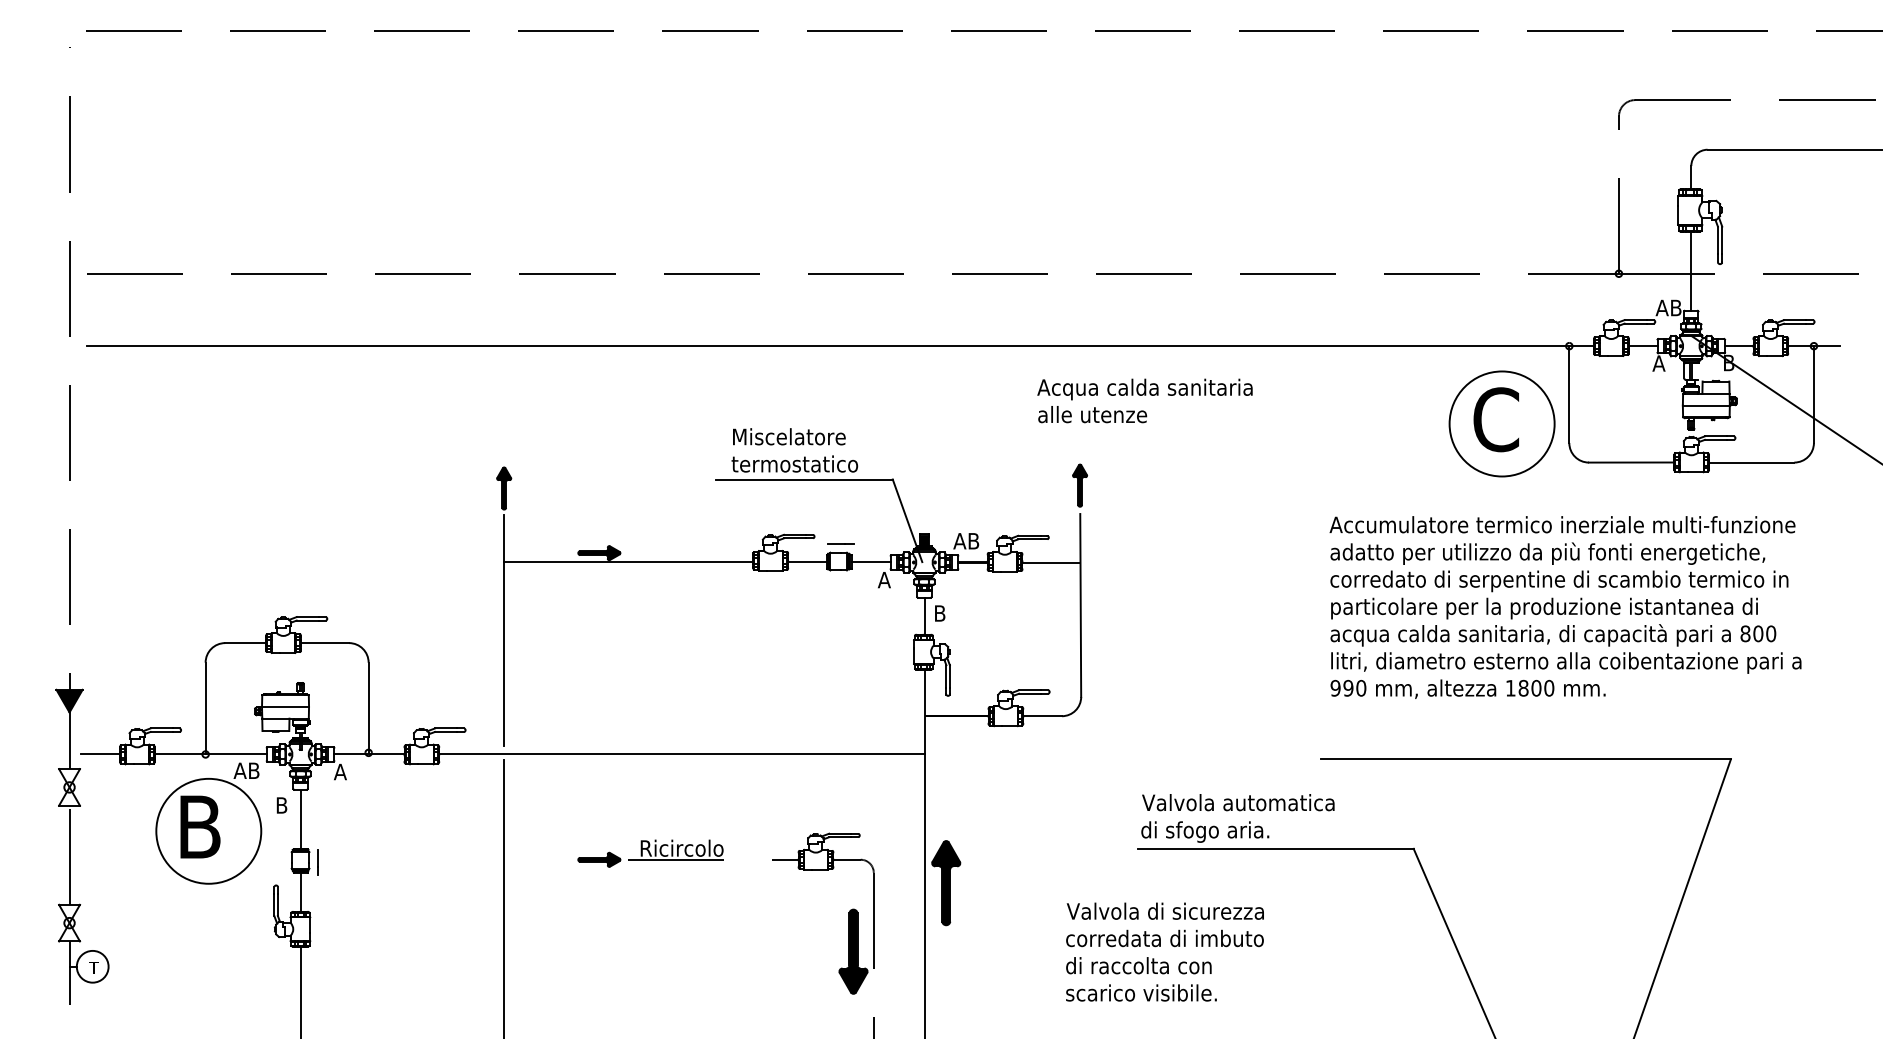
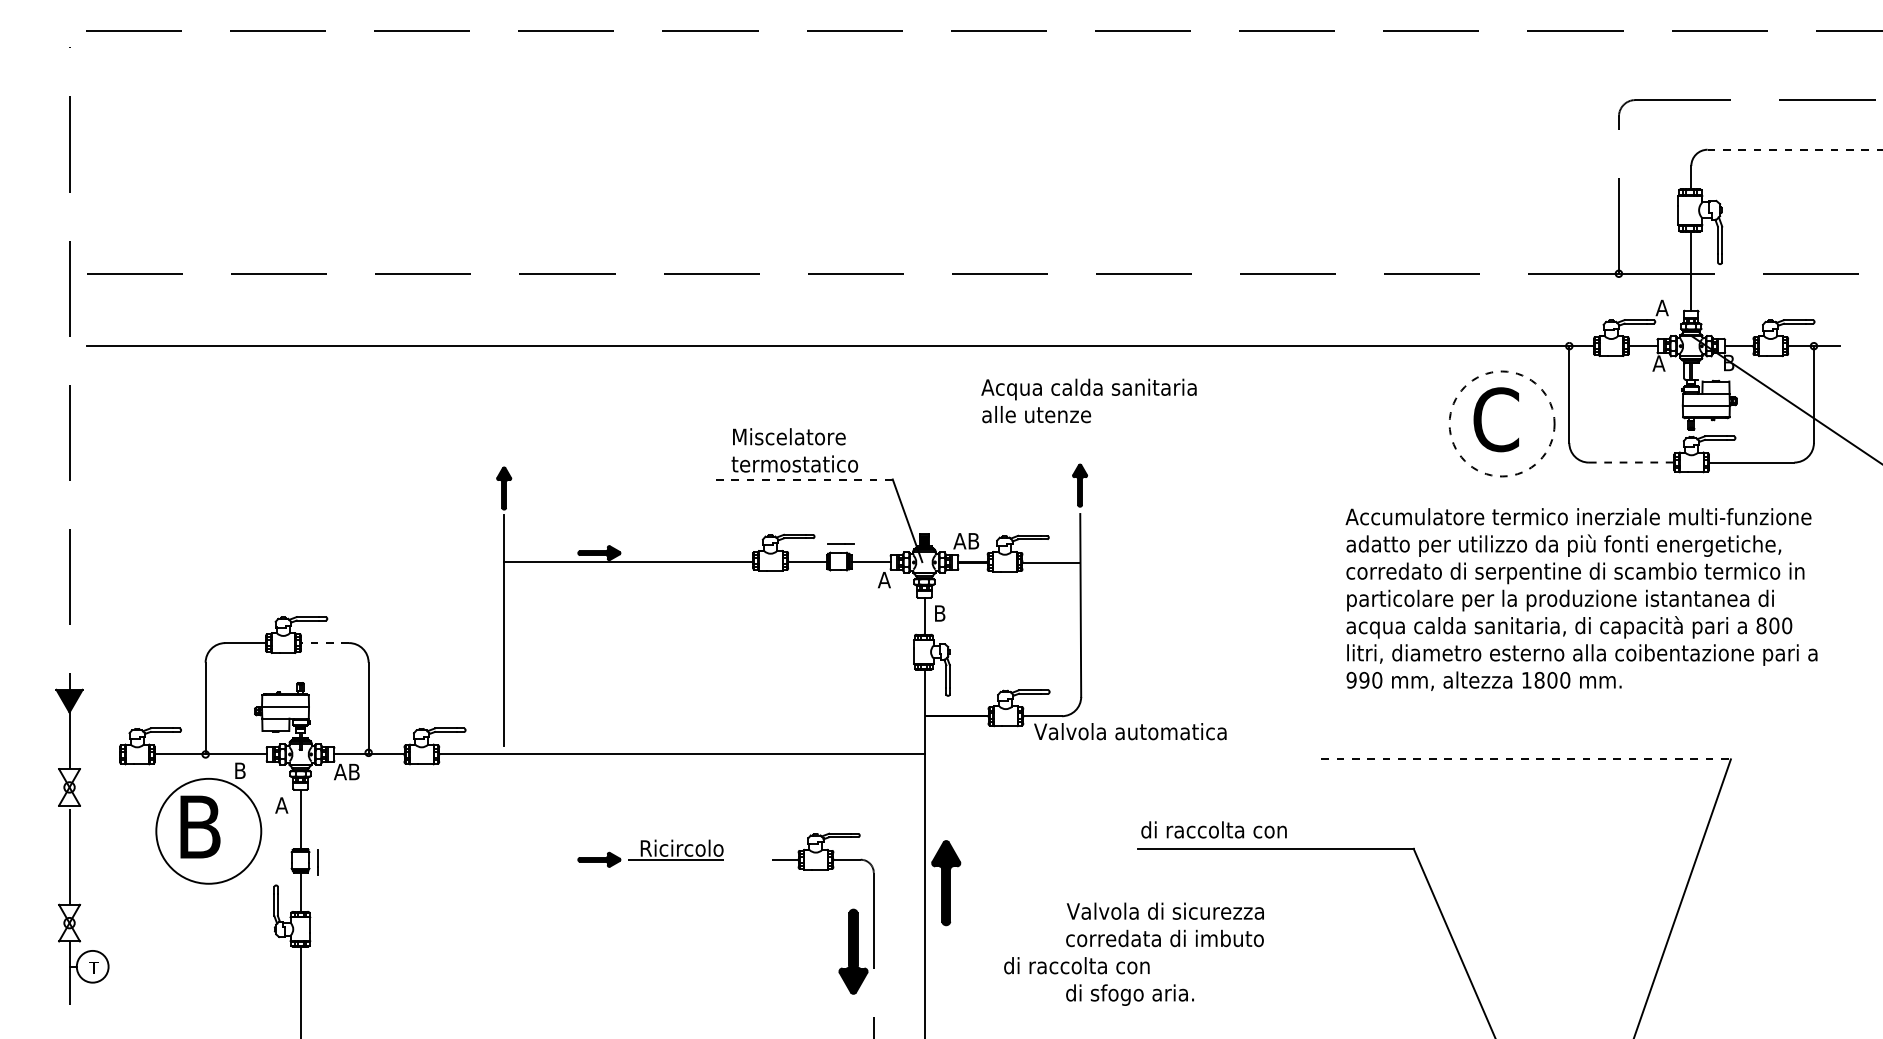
line at (1795, 149): solid -> dashed
text at (1676, 307): AB -> A
text at (1144, 400) position: (1144, 400) -> (1088, 400)
circle at (1501, 423): solid -> dashed
line at (1631, 462): solid -> dashed
line at (803, 479): solid -> dashed
text at (1565, 607) position: (1565, 607) -> (1581, 599)
line at (324, 643): solid -> dashed
line at (100, 754): present -> none
line at (1526, 759): solid -> dashed
text at (246, 770): AB -> B
text at (354, 771): A -> AB
text at (1238, 802) position: (1238, 802) -> (1130, 731)
text at (281, 805): B -> A
text at (1226, 831): di sfogo aria. -> di raccolta con
line at (504, 897): present -> none
text at (1138, 965) position: (1138, 965) -> (1076, 965)
text at (1141, 994): scarico visibile. -> di sfogo aria.
